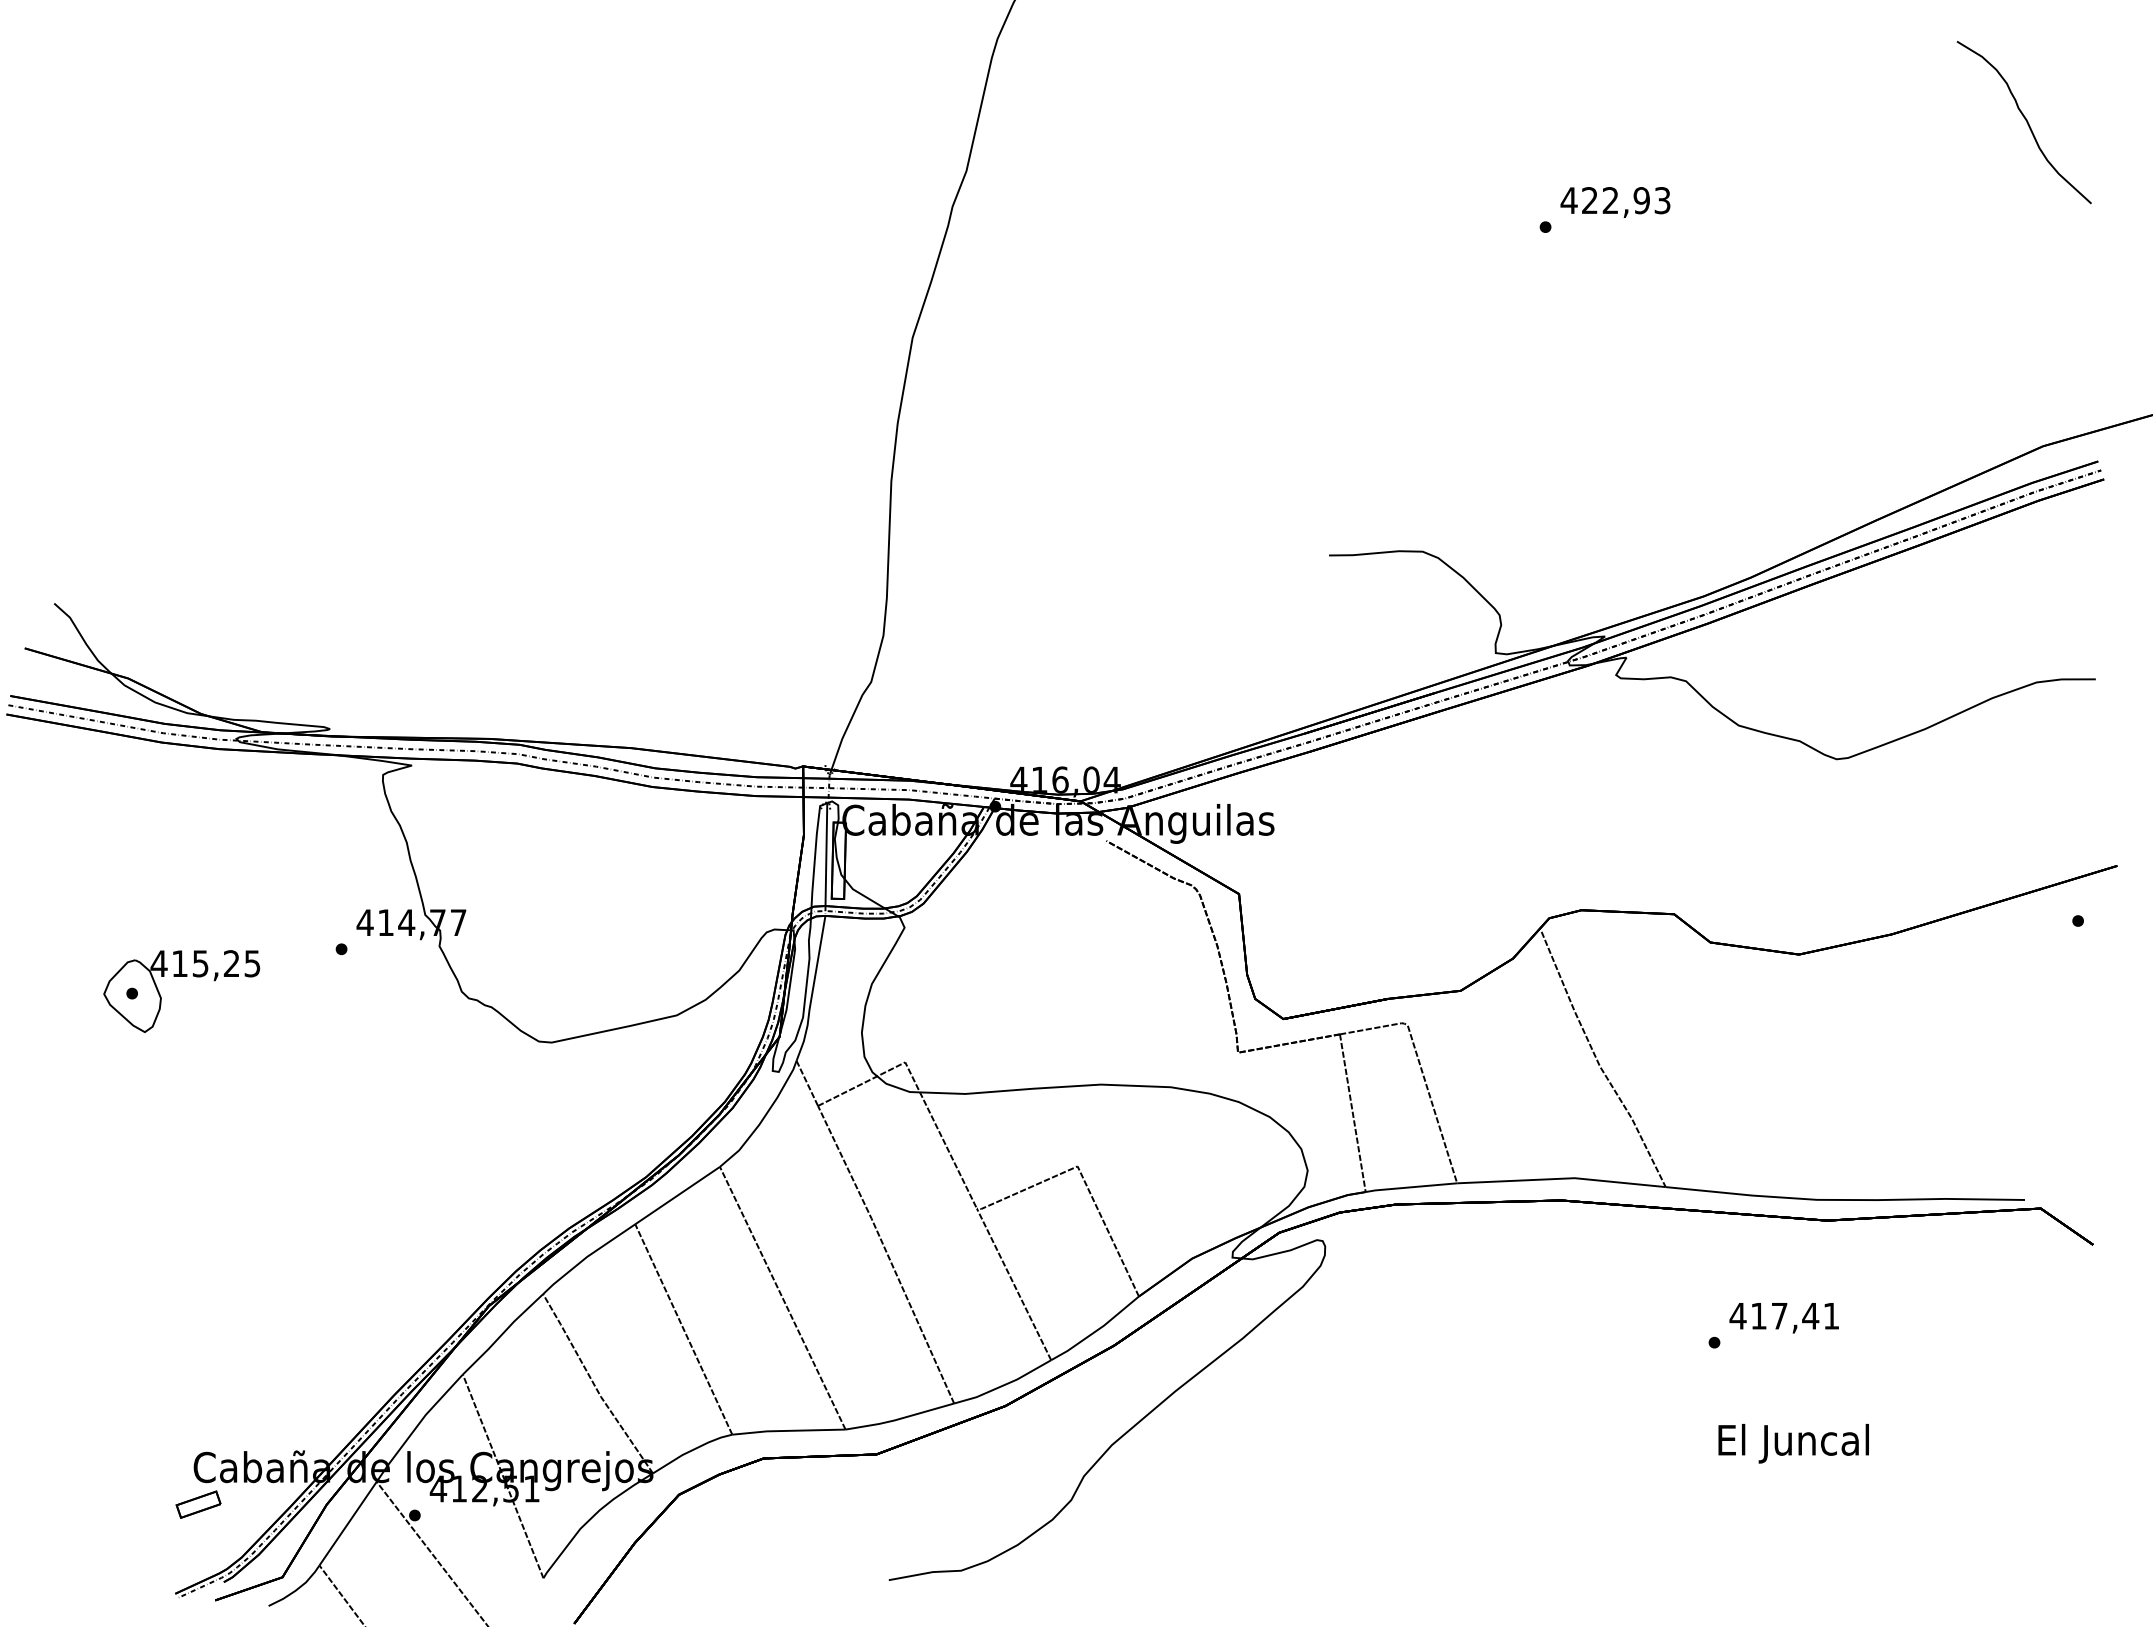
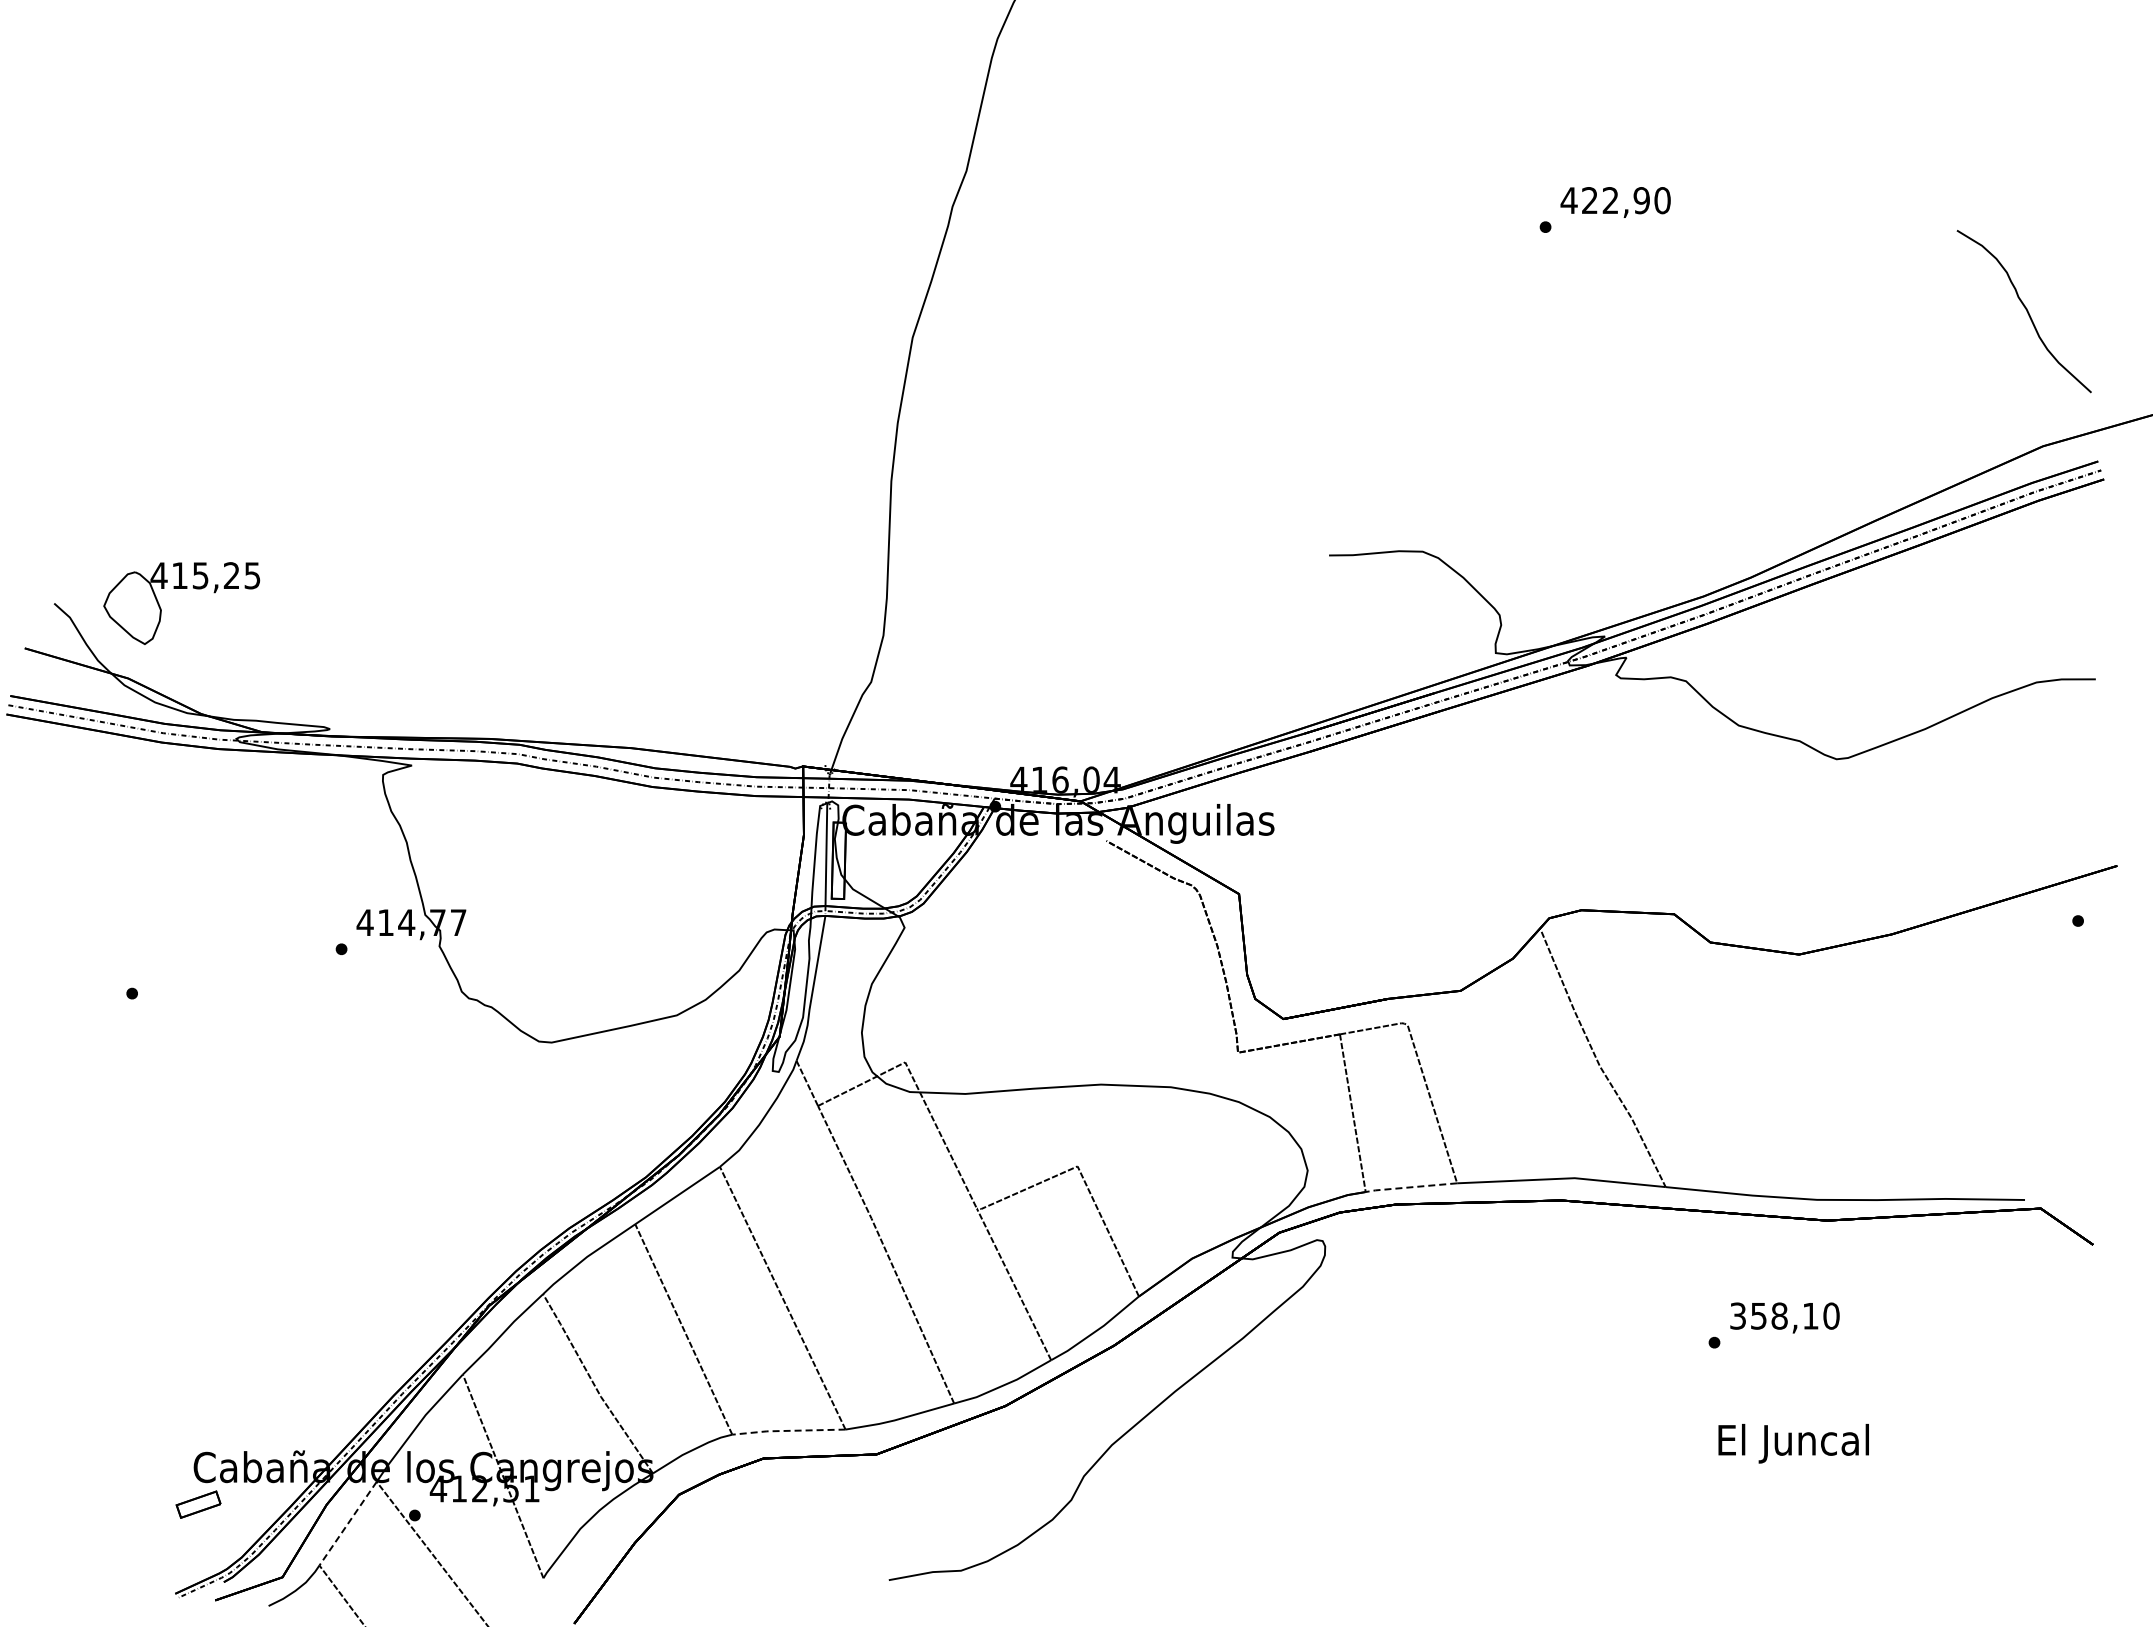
curve at (2025, 120) position: (2025, 120) -> (2025, 309)
text at (1662, 200): 422,93 -> 422,90
part at (181, 976) position: (181, 976) -> (181, 588)
line at (1410, 1187): solid -> dashed
text at (1784, 1315): 417,41 -> 358,10
line at (787, 1430): solid -> dashed
line at (348, 1523): solid -> dashed
